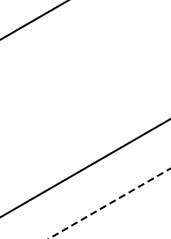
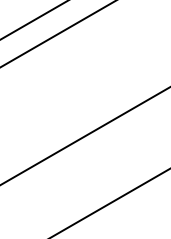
line at (57, 34): none -> present
line at (84, 168) position: (84, 168) -> (84, 136)
line at (110, 203): dashed -> solid
